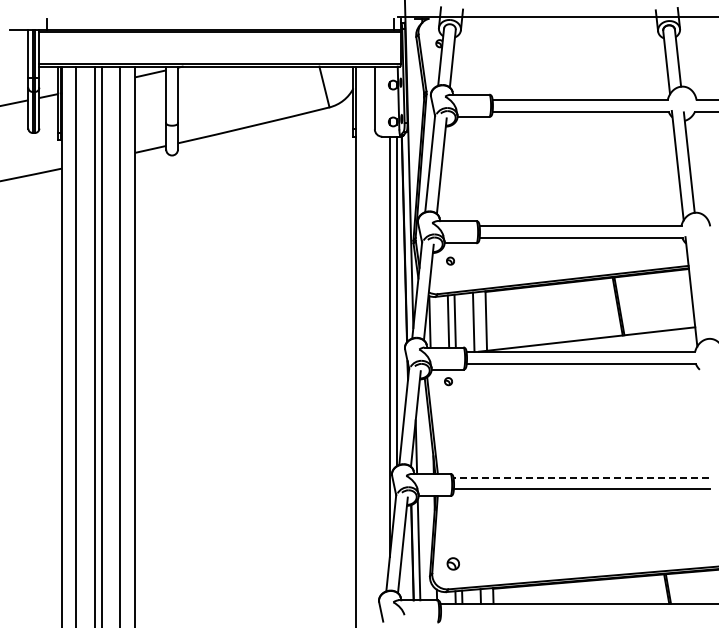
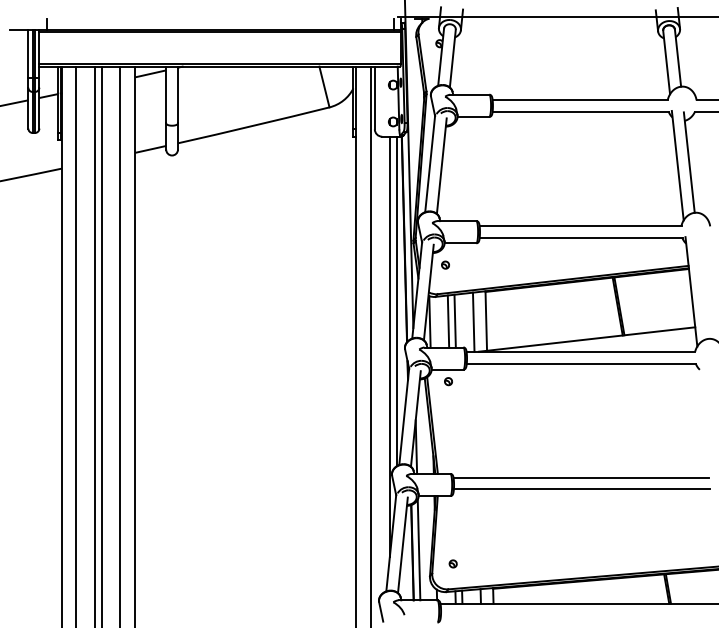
part at (450, 260) position: (450, 260) -> (445, 264)
line at (371, 345): none -> present
line at (581, 477): dashed -> solid
part at (452, 563) size: 14x14 px -> 10x10 px
